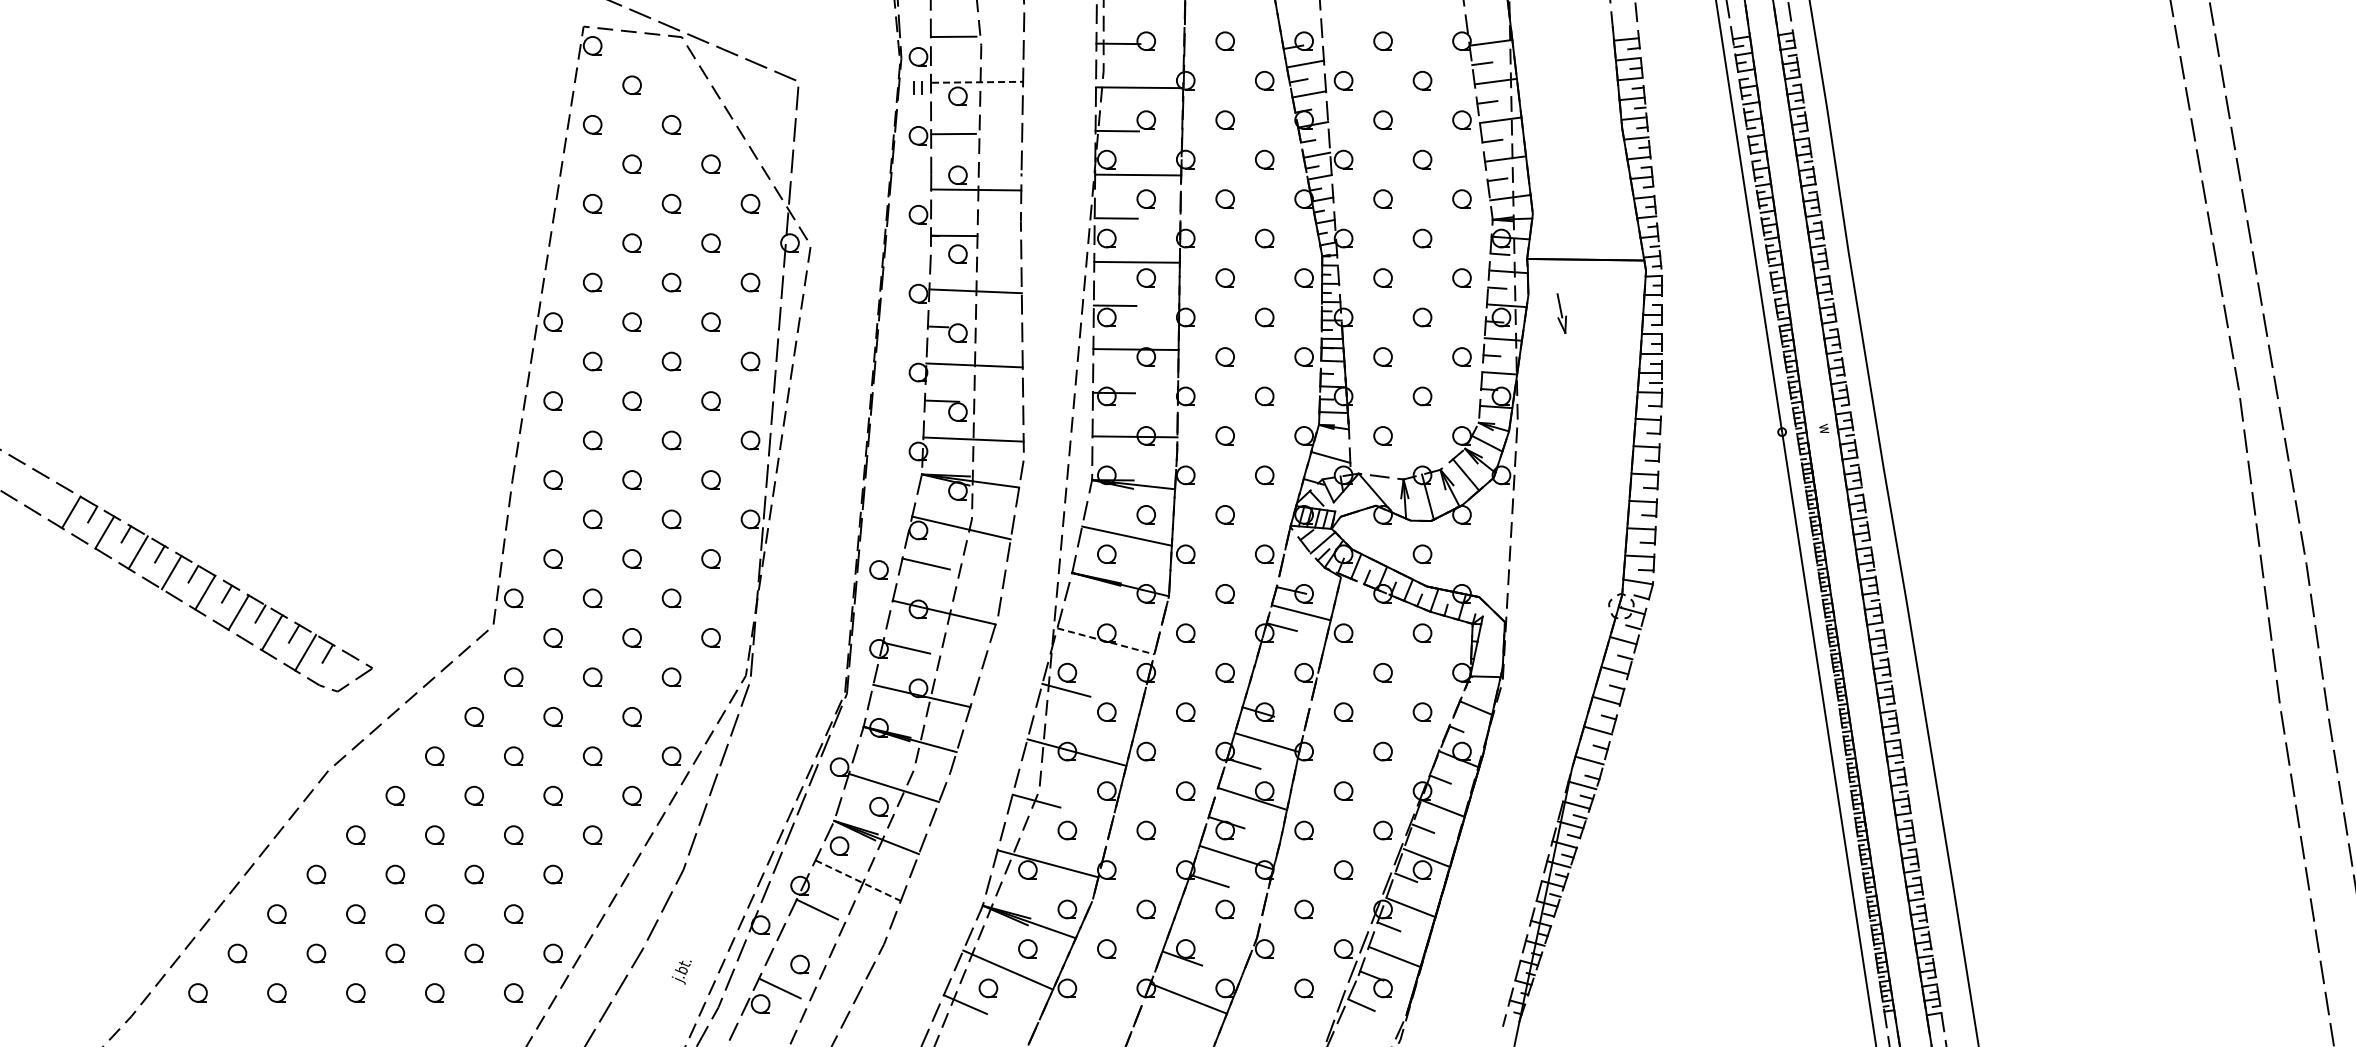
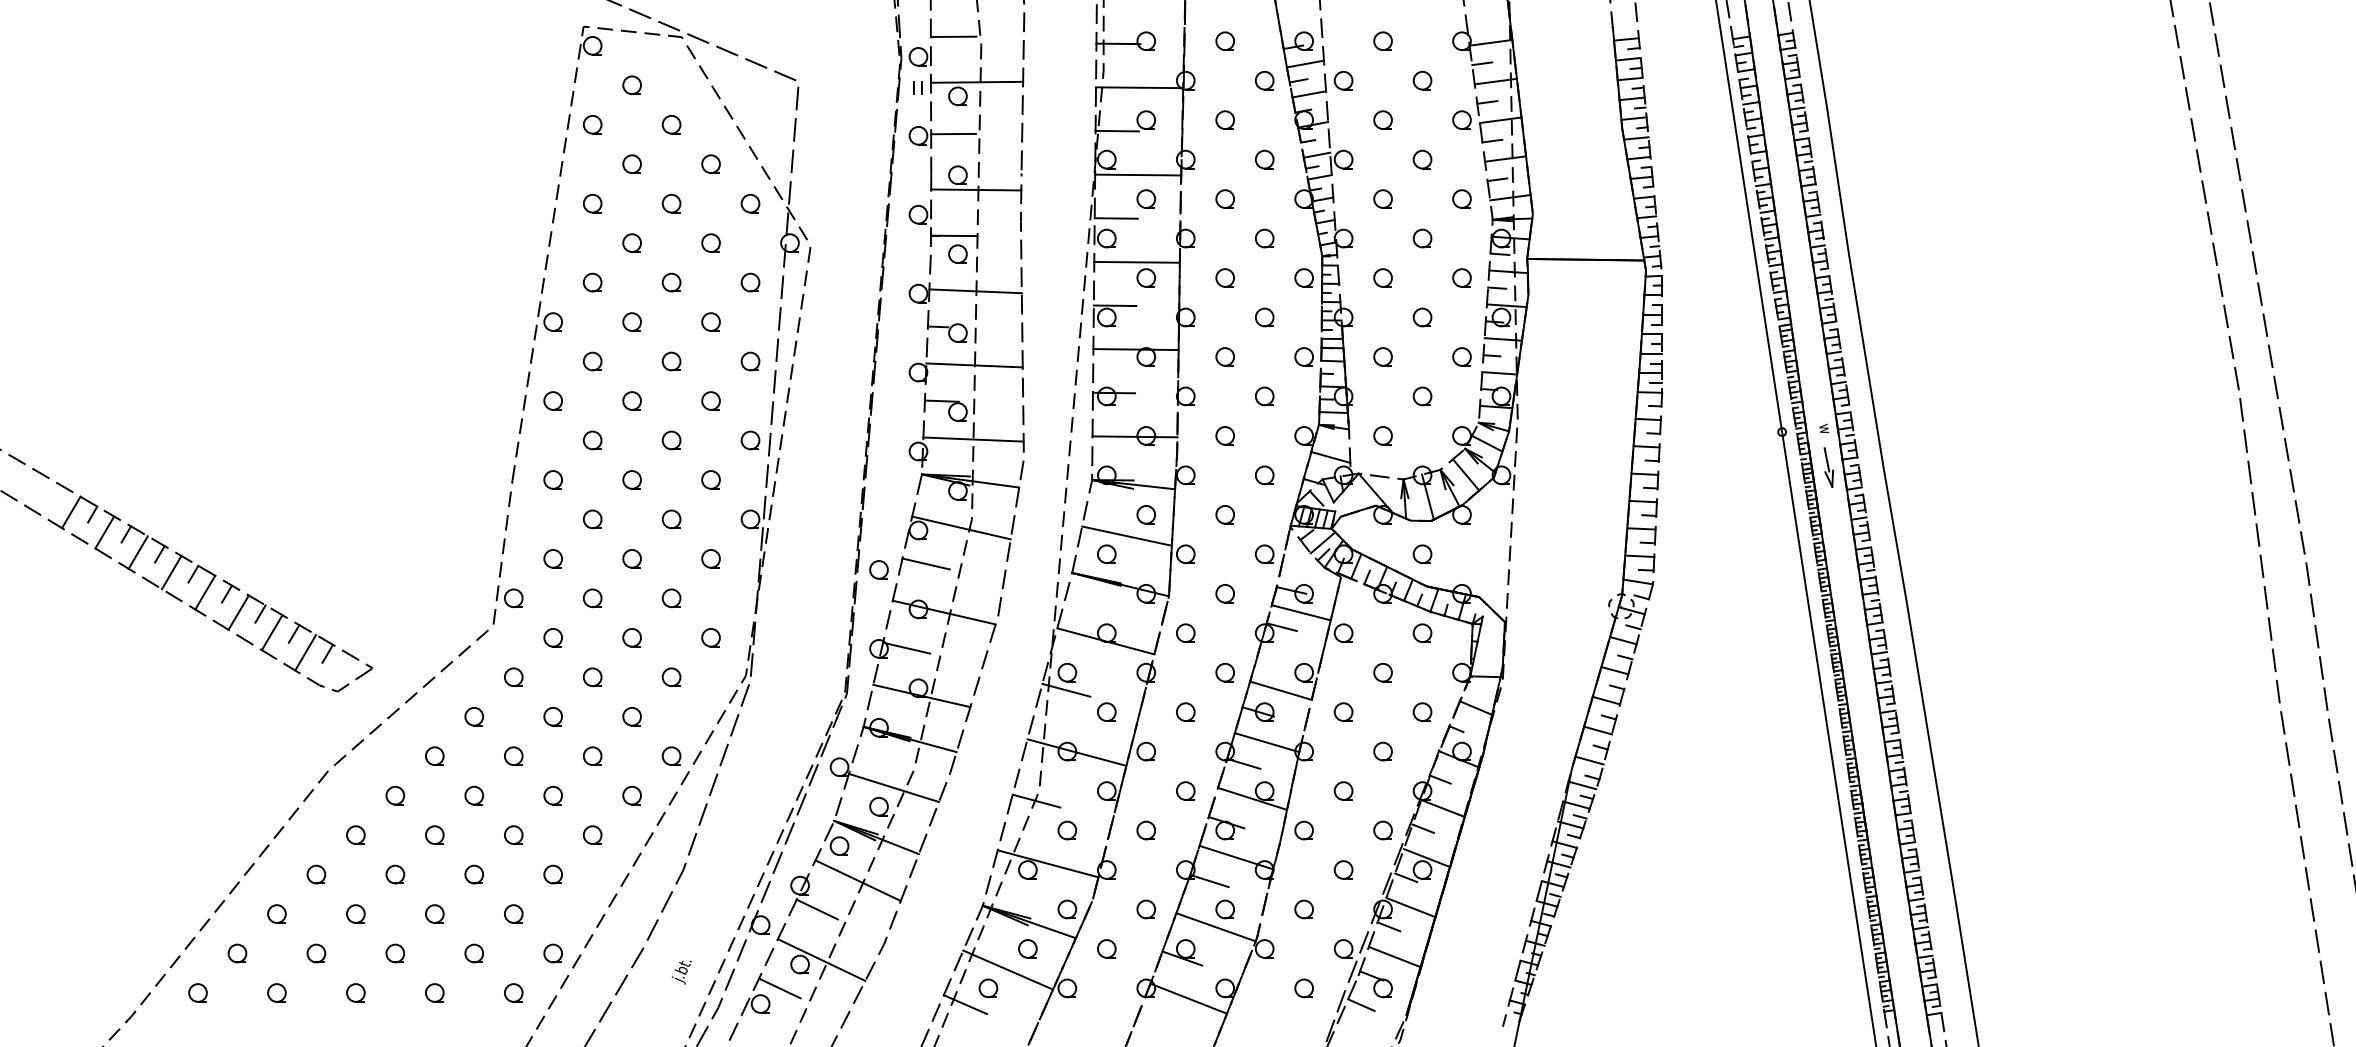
line at (977, 82): dashed -> solid
part at (1561, 313) position: (1561, 313) -> (1828, 467)
line at (1106, 641): dashed -> solid
line at (1280, 690): none -> present
line at (858, 880): dashed -> solid
line at (1215, 927): none -> present
line at (821, 959): none -> present
